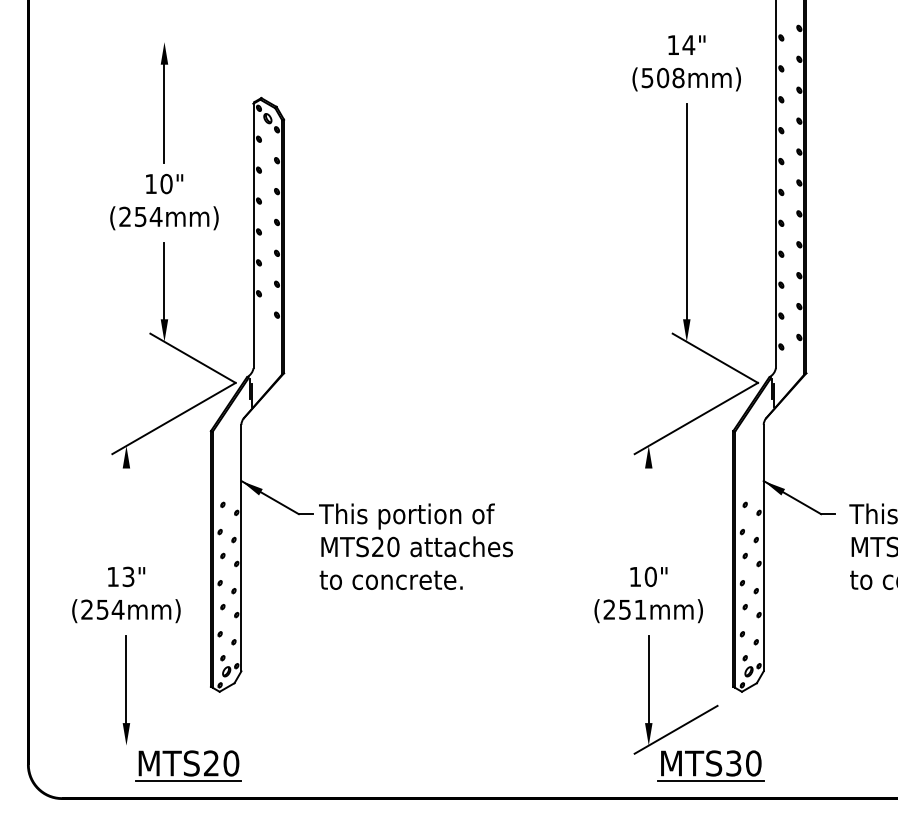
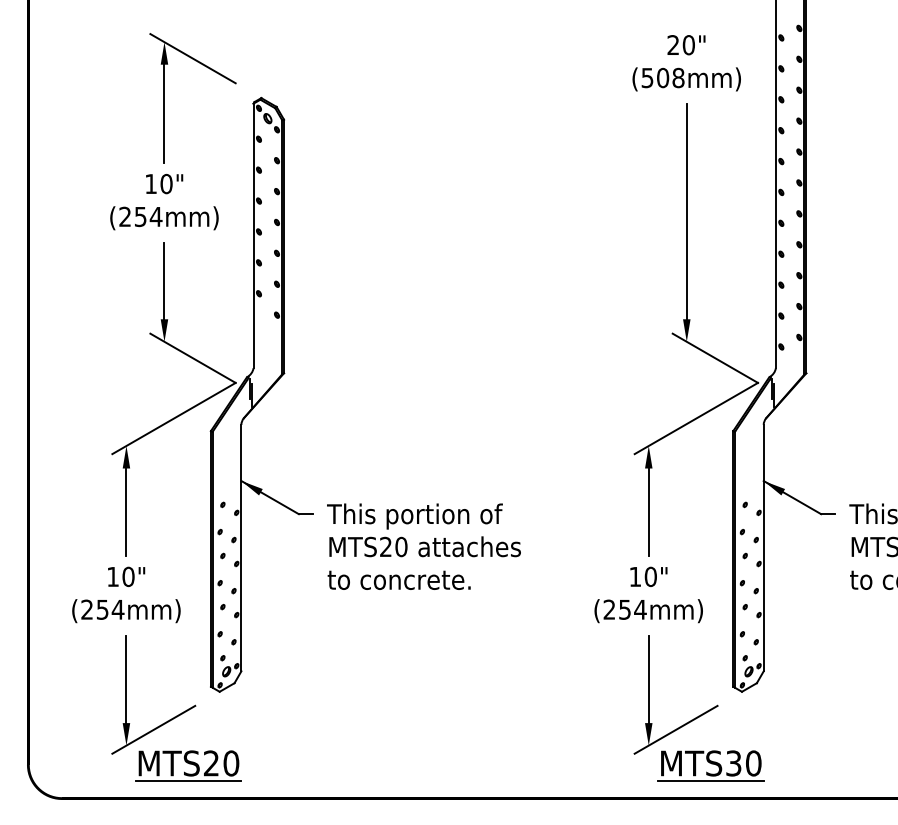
text at (681, 45): 14" -> 20"
line at (192, 58): none -> present
line at (126, 511): none -> present
line at (648, 511): none -> present
text at (415, 546) position: (415, 546) -> (423, 546)
text at (128, 576): 13" -> 10"
text at (640, 609): (251mm) -> (254mm)
line at (153, 729): none -> present
